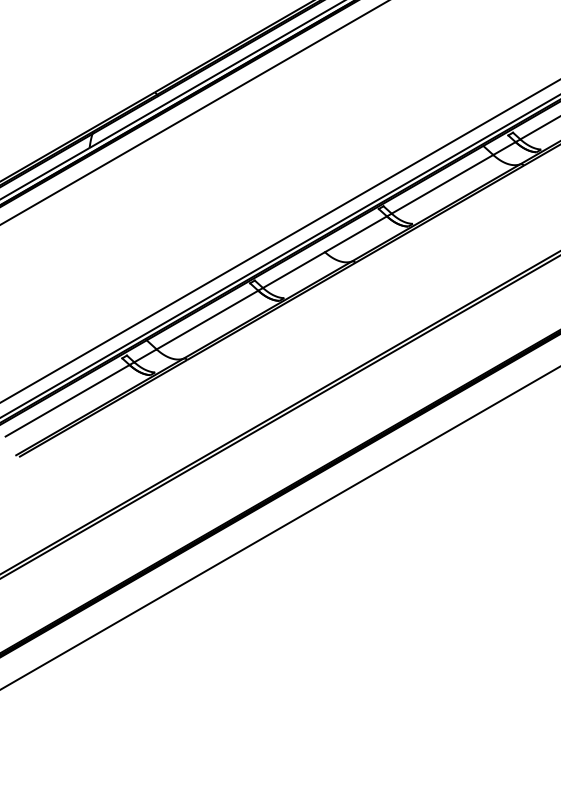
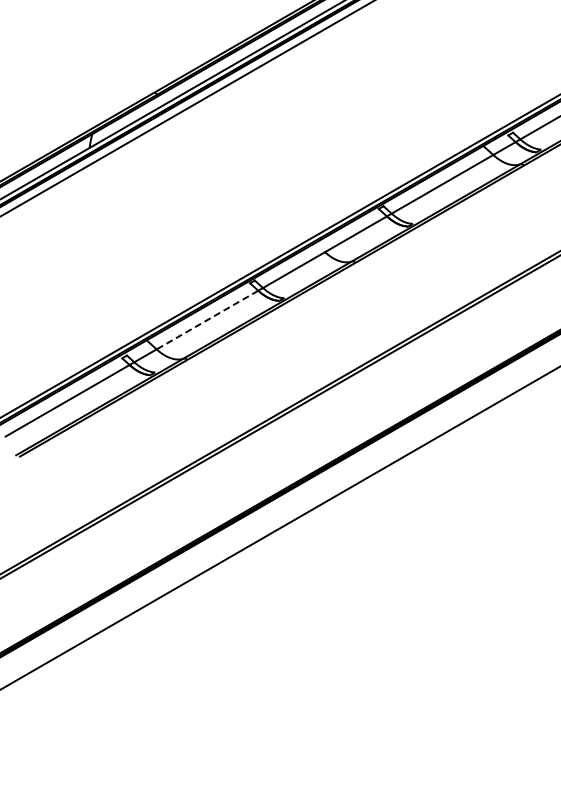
line at (193, 112) position: (193, 112) -> (186, 108)
line at (279, 241): present -> none
line at (207, 320): solid -> dashed
